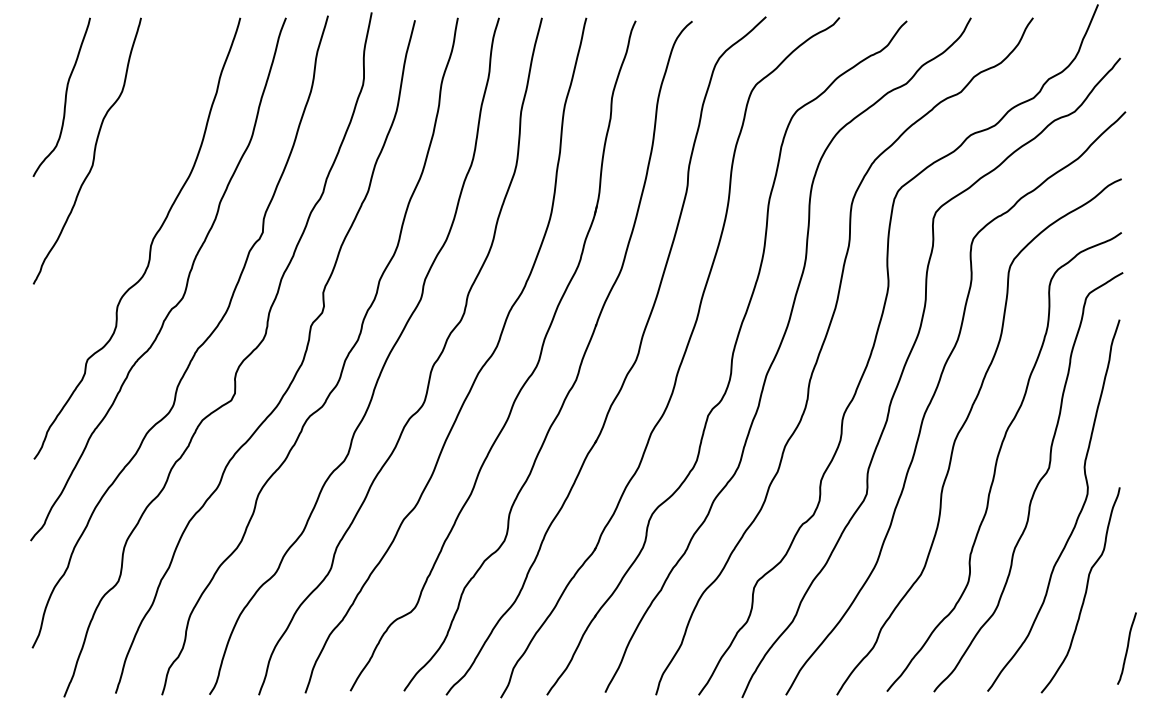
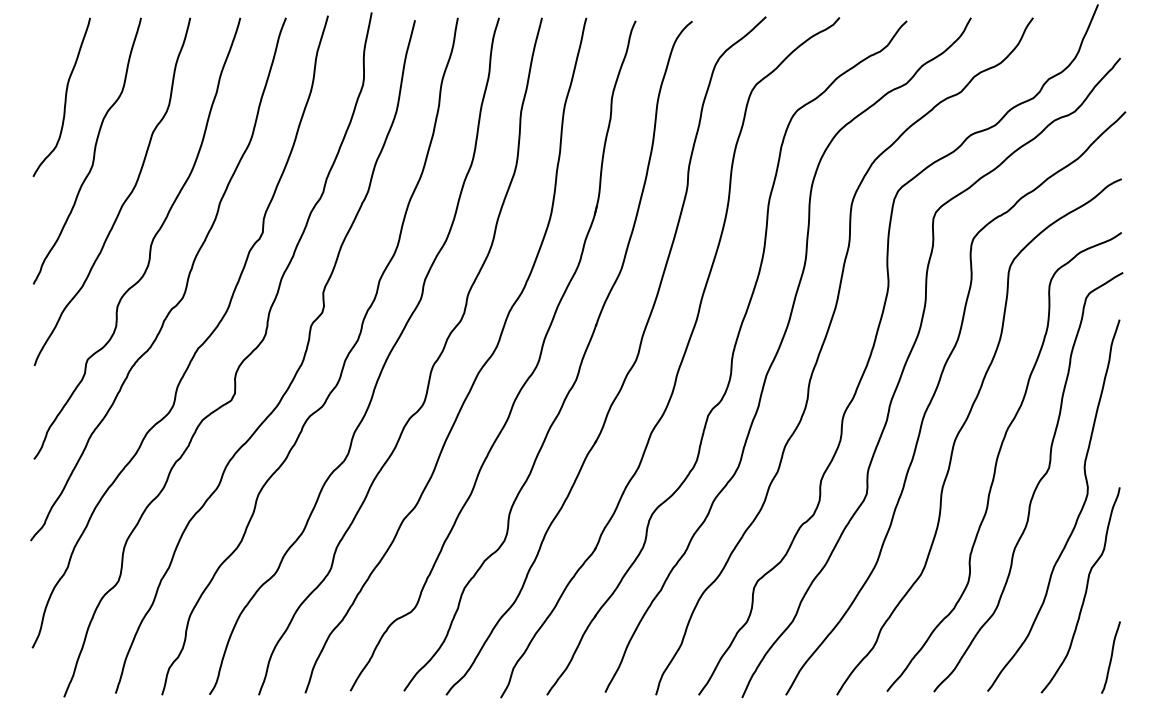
curve at (124, 200): none -> present
curve at (1126, 648) position: (1126, 648) -> (1110, 657)
